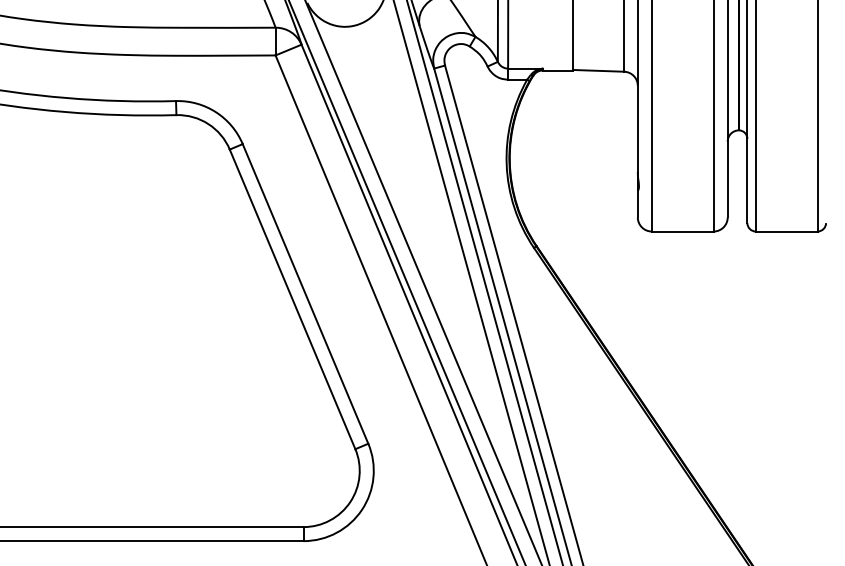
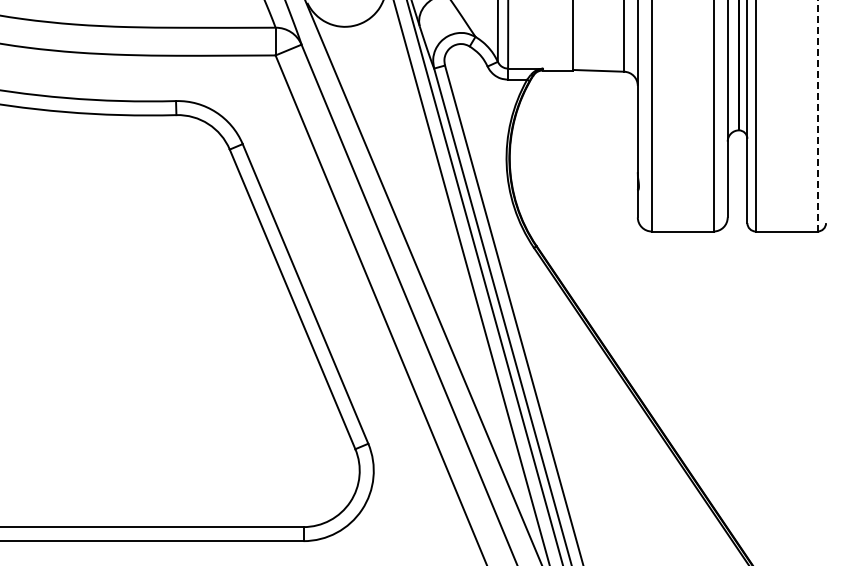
line at (817, 115): solid -> dashed
line at (406, 282): present -> none
